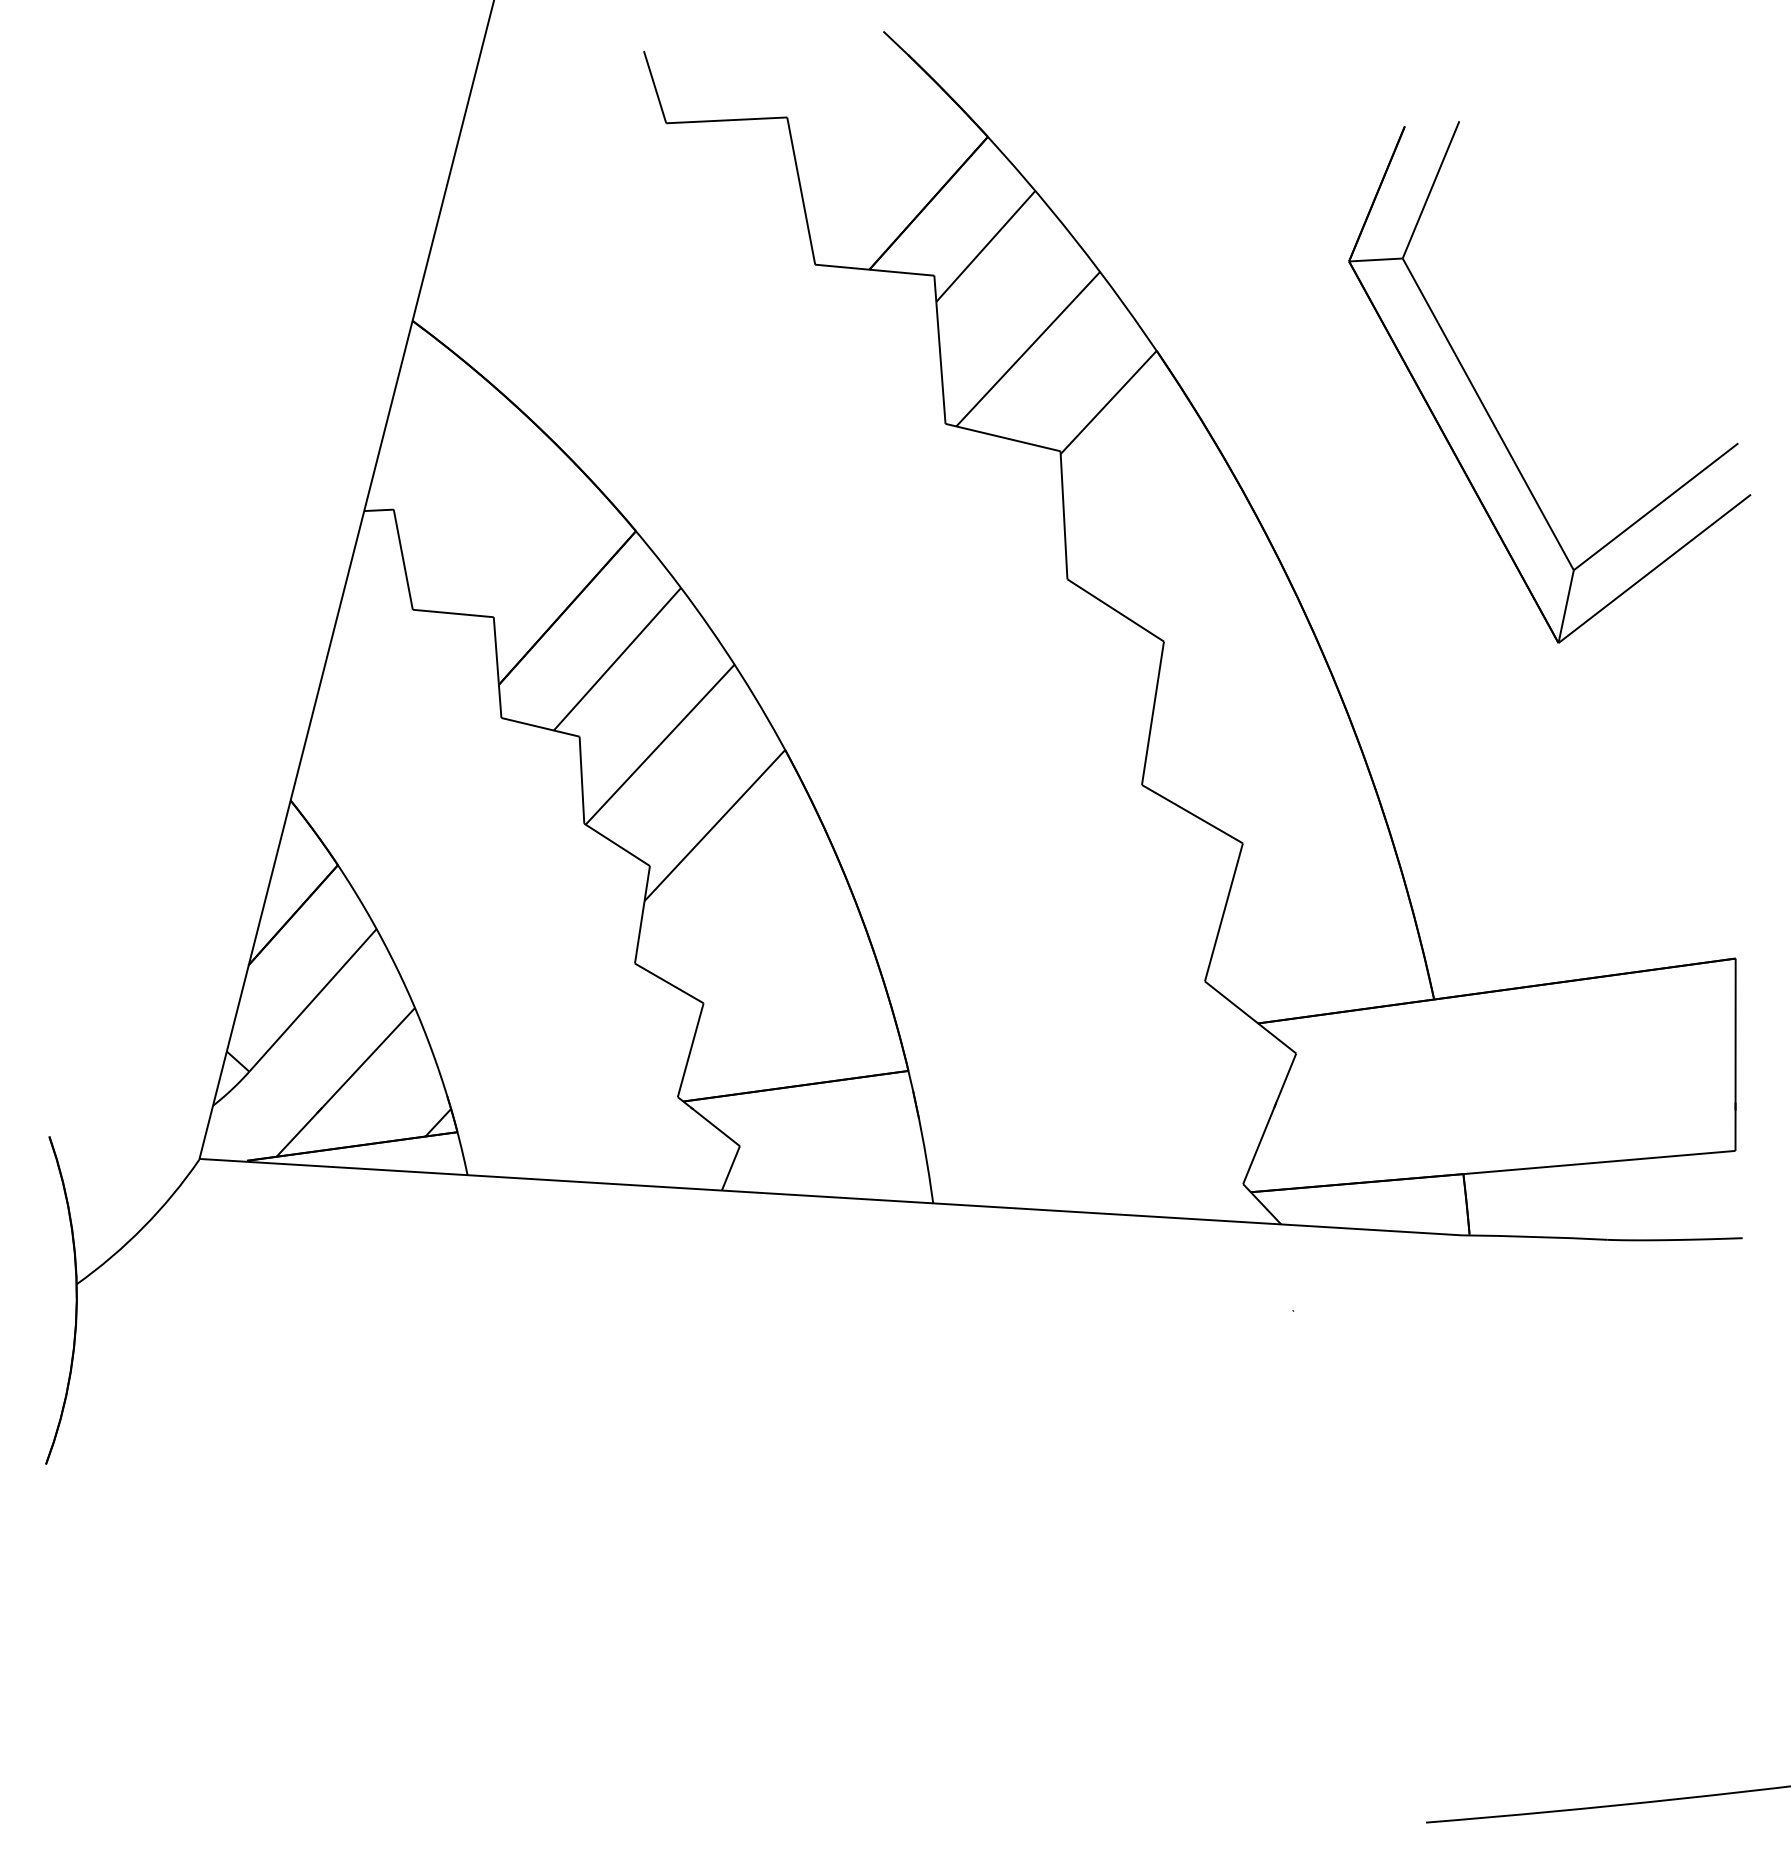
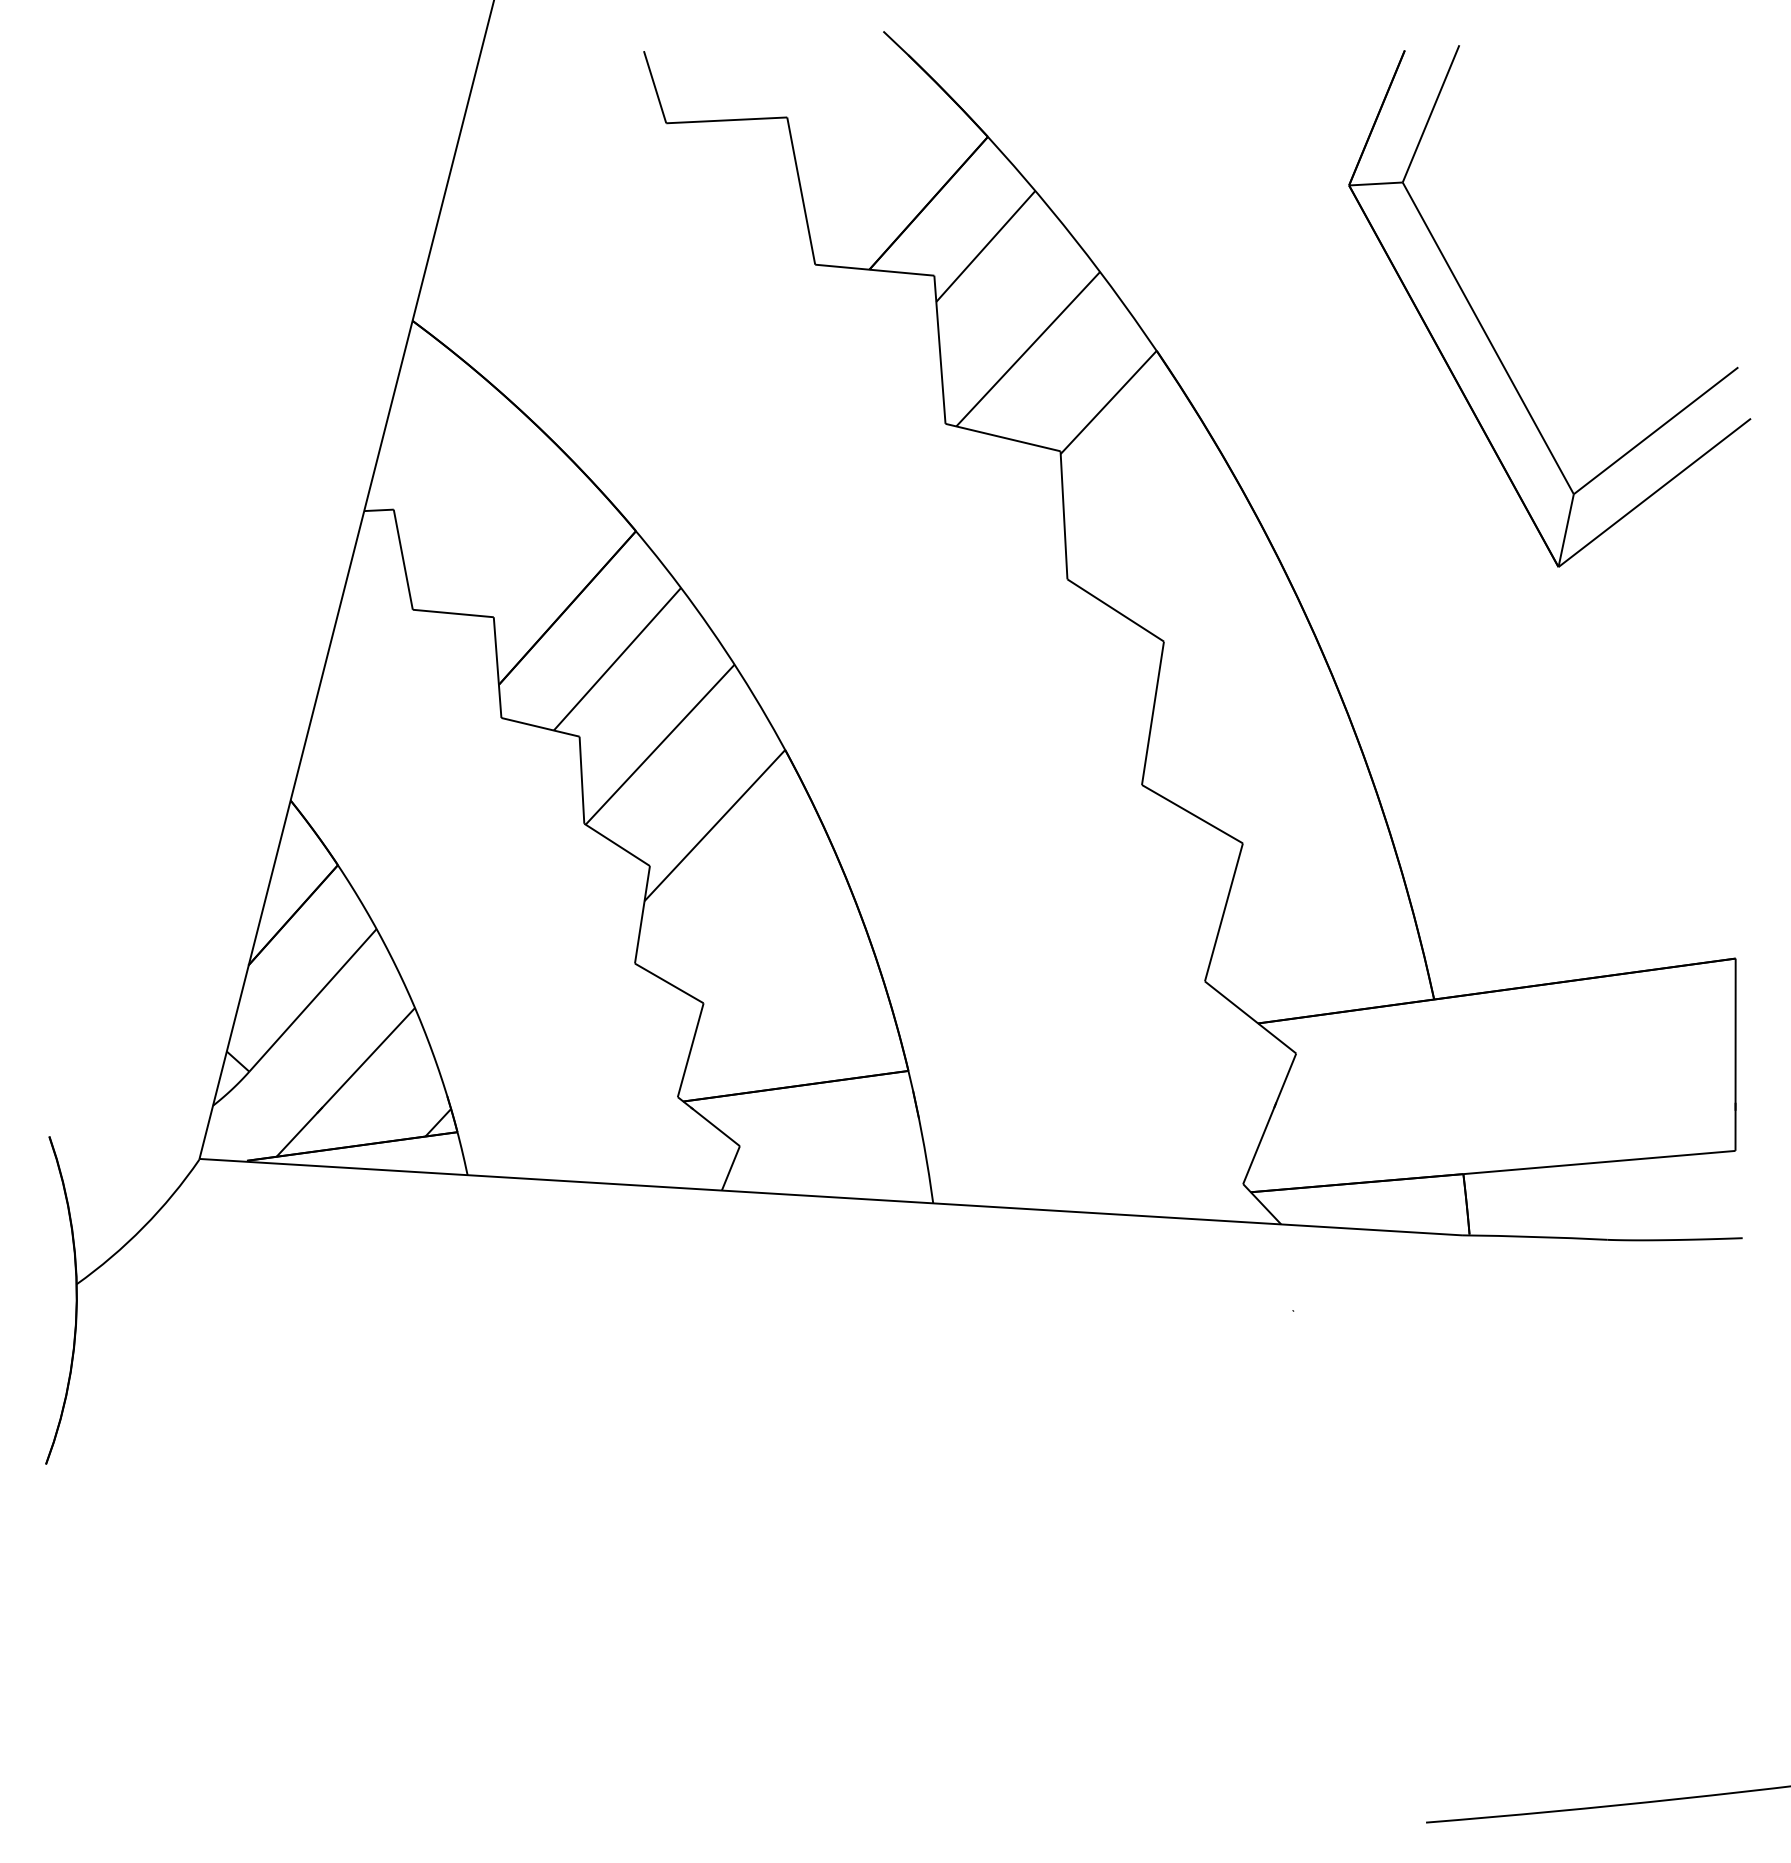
part at (1491, 417) position: (1491, 417) -> (1491, 341)
